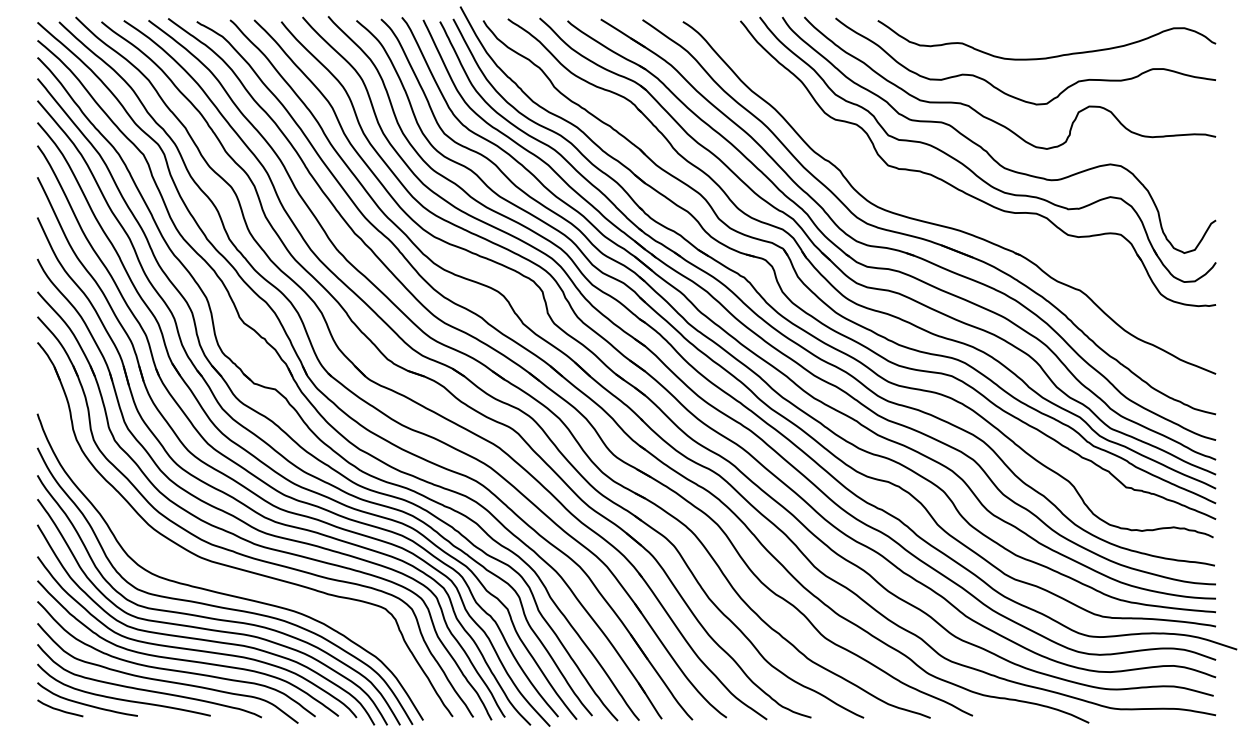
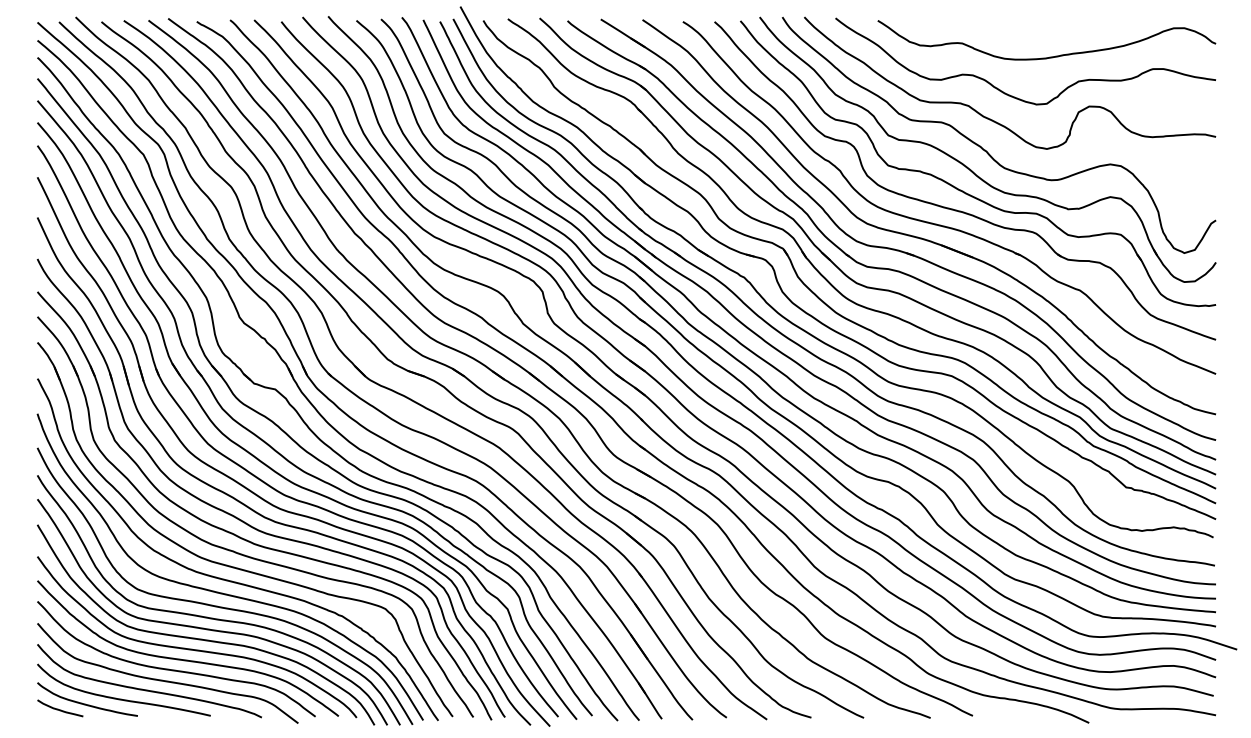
part at (956, 209): none -> present
curve at (228, 579): none -> present
